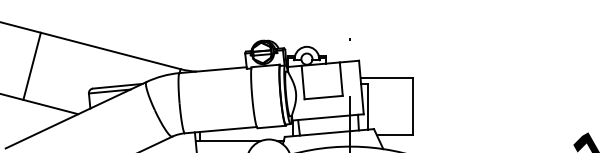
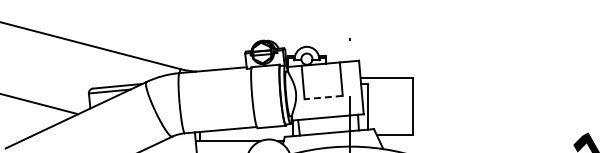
line at (31, 65): present -> none
line at (323, 97): solid -> dashed
